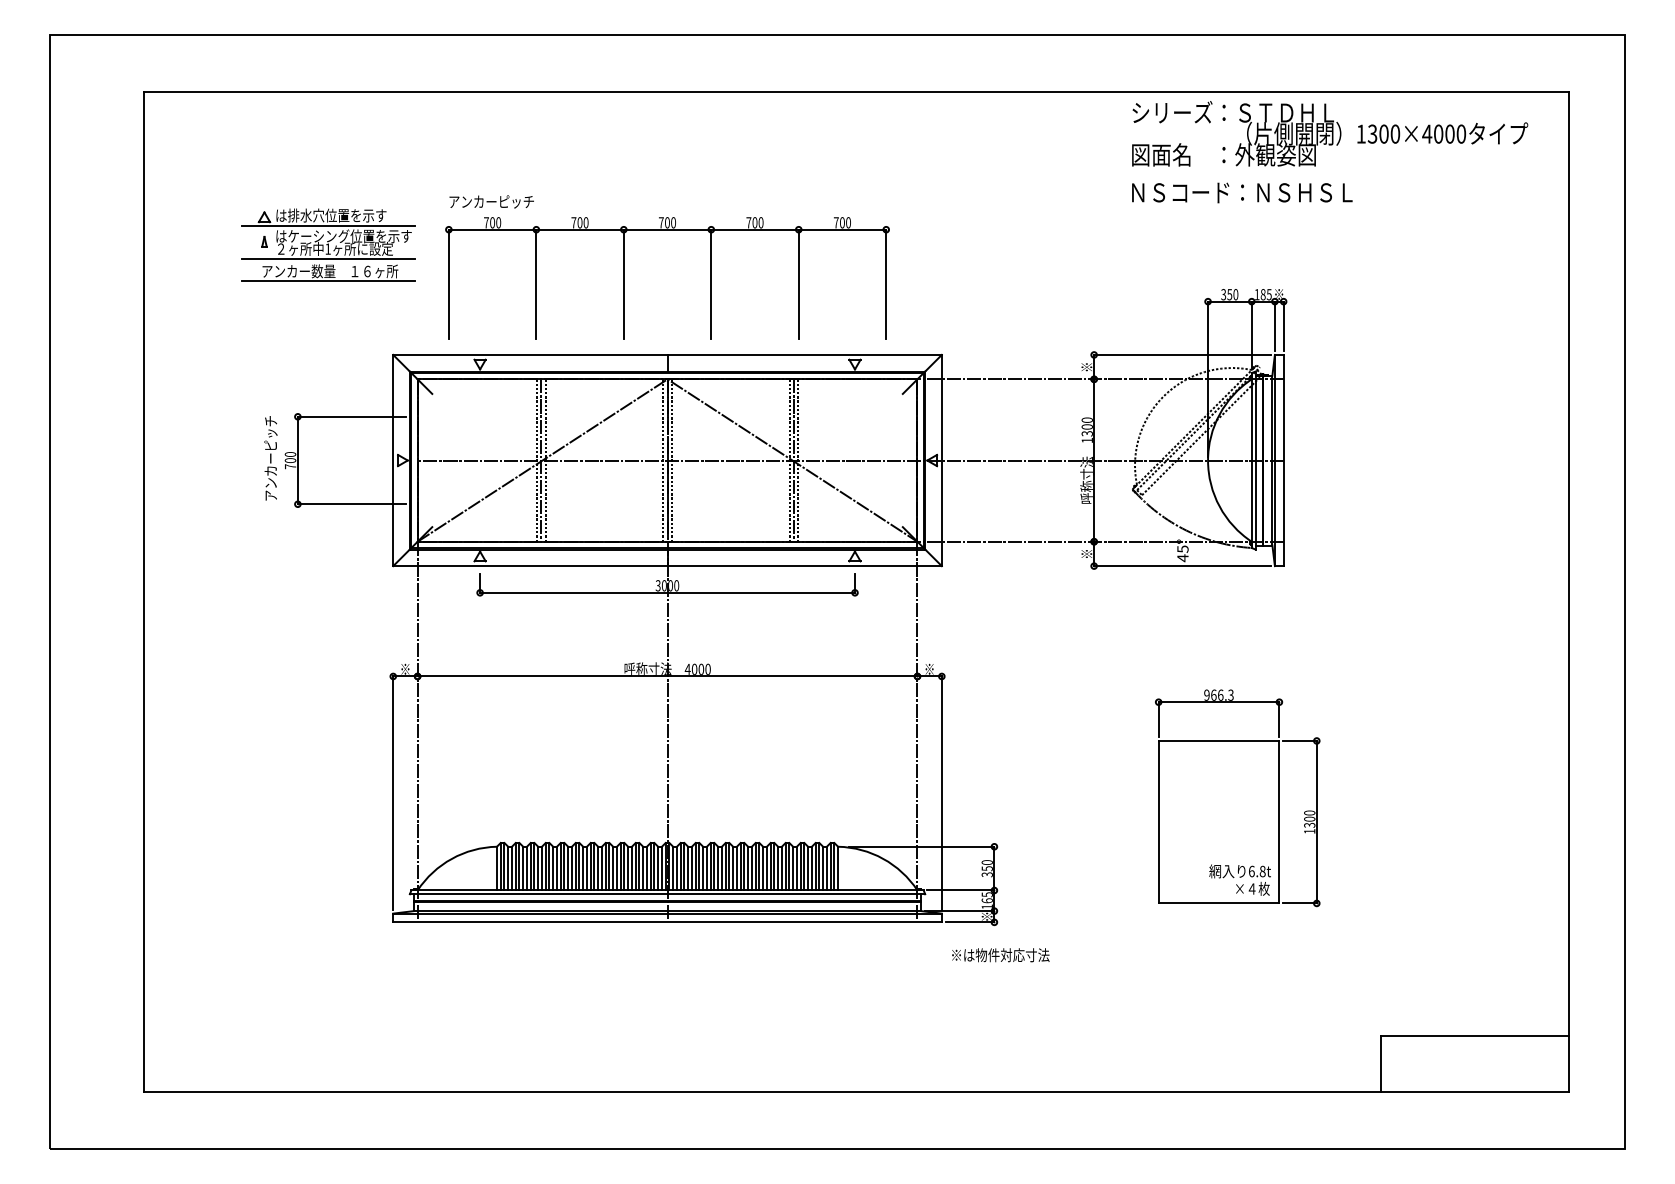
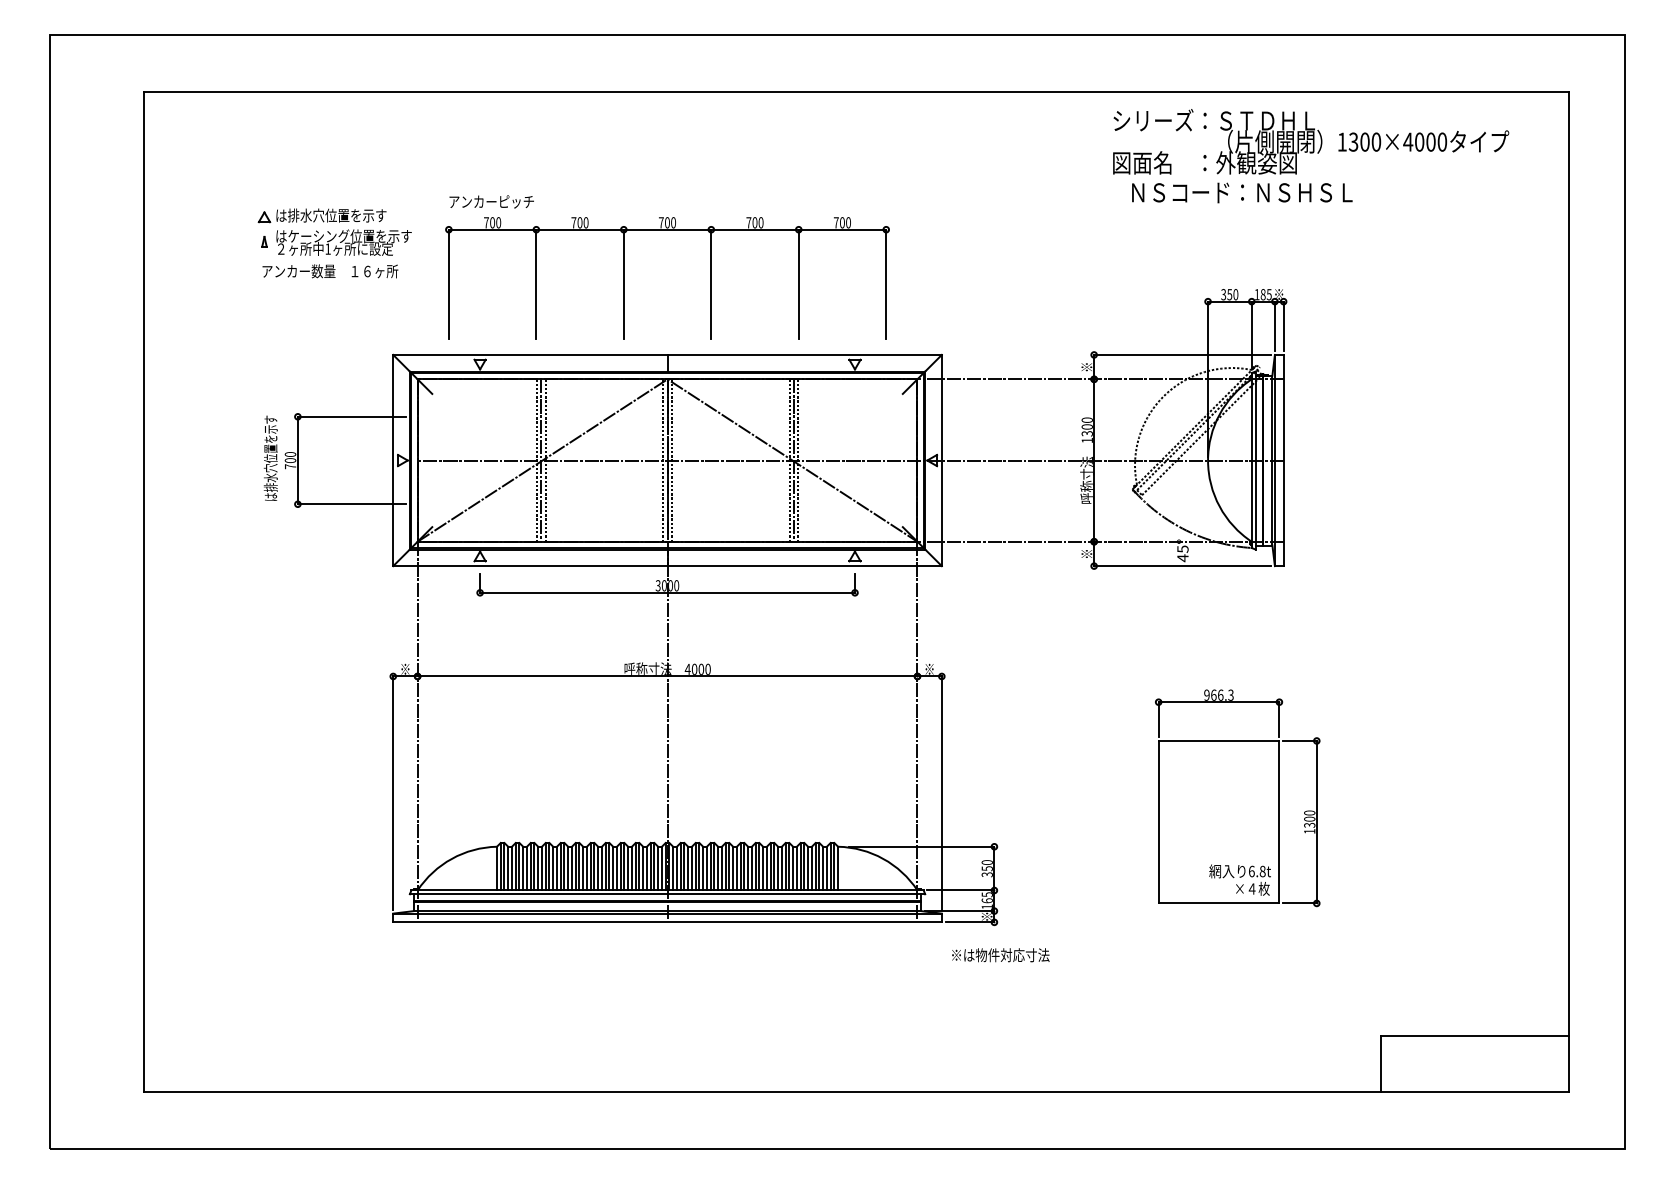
text at (1330, 133) position: (1330, 133) -> (1311, 141)
line at (328, 225): present -> none
line at (328, 258): present -> none
line at (328, 280): present -> none
text at (270, 457): アンカーピッチ -> は排水穴位置を示す
